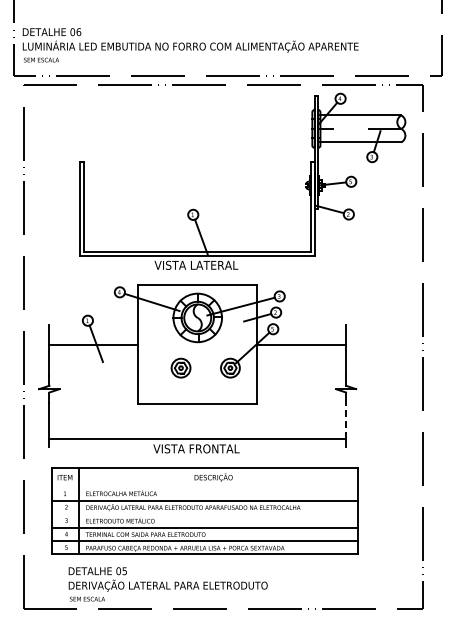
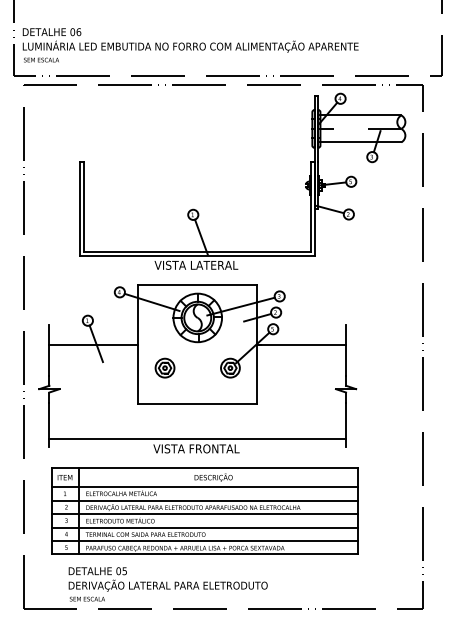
part at (180, 367) position: (180, 367) -> (164, 367)
line at (346, 420): dashed -> solid
line at (204, 487): none -> present
line at (204, 514): none -> present
